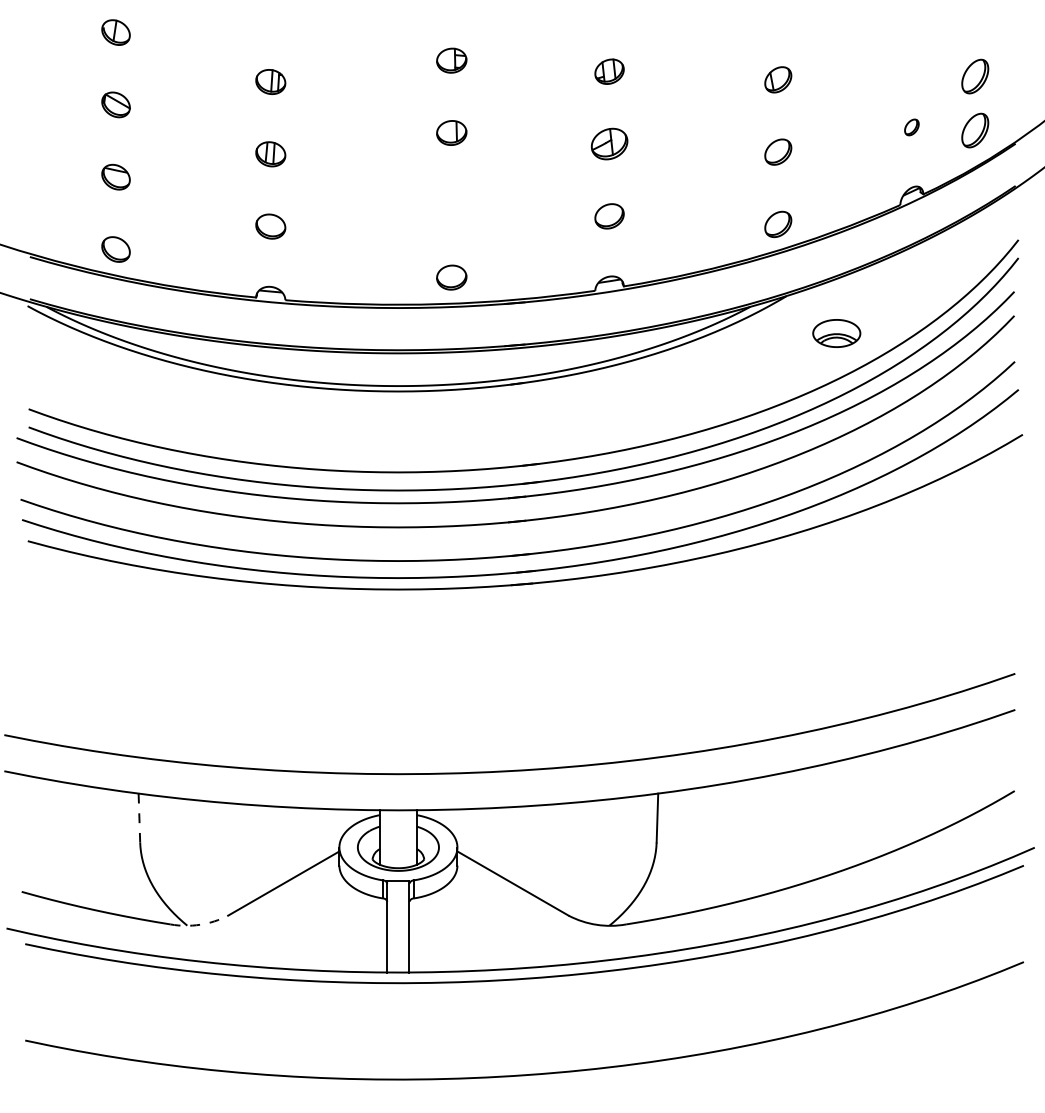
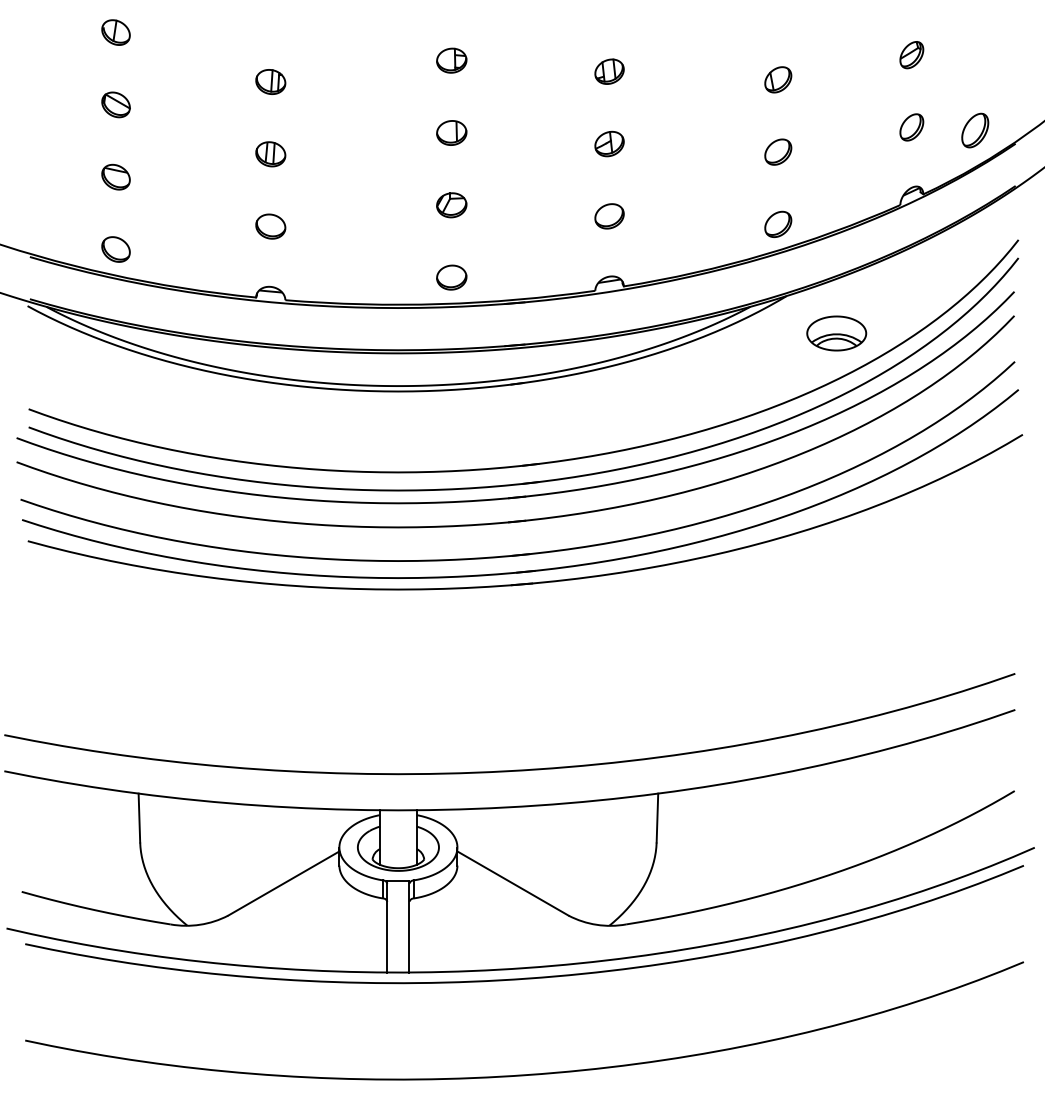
part at (911, 55): none -> present
part at (975, 76): present -> none
part at (911, 127) size: 16x19 px -> 26x29 px
part at (609, 143) size: 39x34 px -> 31x28 px
part at (451, 205): none -> present
part at (836, 333) size: 50x29 px -> 62x37 px
line at (139, 818): dashed -> solid
arc at (200, 924): dashed -> solid
